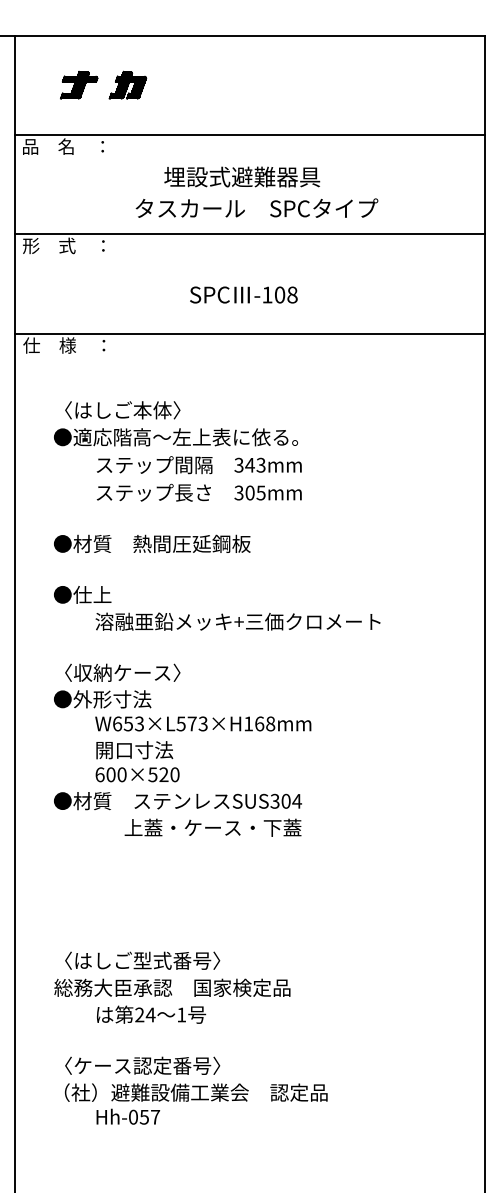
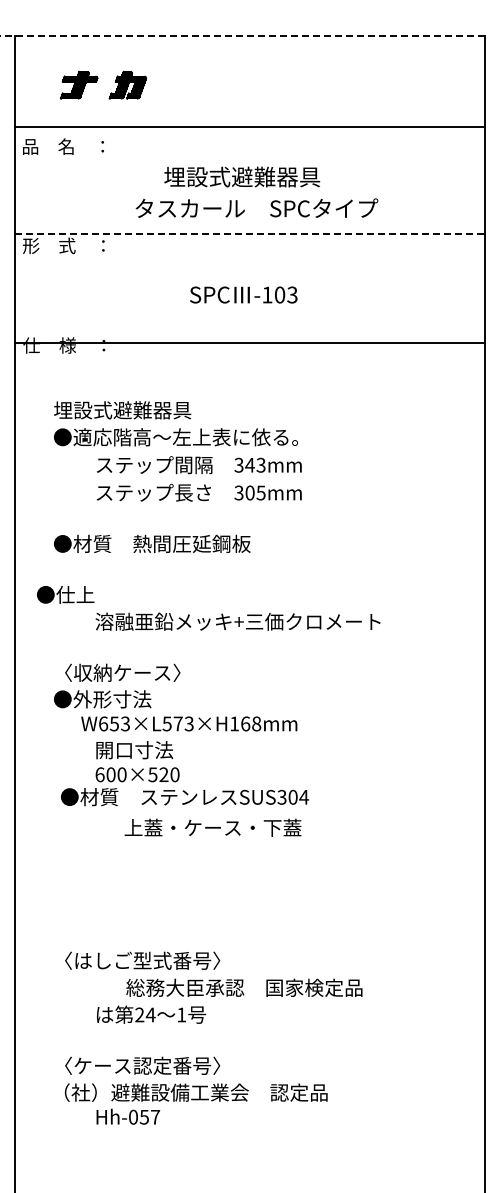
line at (242, 35): solid -> dashed
line at (249, 135) position: (249, 135) -> (249, 127)
line at (250, 234): solid -> dashed
text at (292, 294): -108 -> -103
line at (249, 333) position: (249, 333) -> (249, 342)
text at (122, 410): 〈はしご本体〉 -> 埋設式避難器具
text at (82, 594) position: (82, 594) -> (65, 594)
text at (203, 723) position: (203, 723) -> (189, 723)
text at (177, 801) position: (177, 801) -> (184, 797)
text at (172, 987) position: (172, 987) -> (244, 987)
